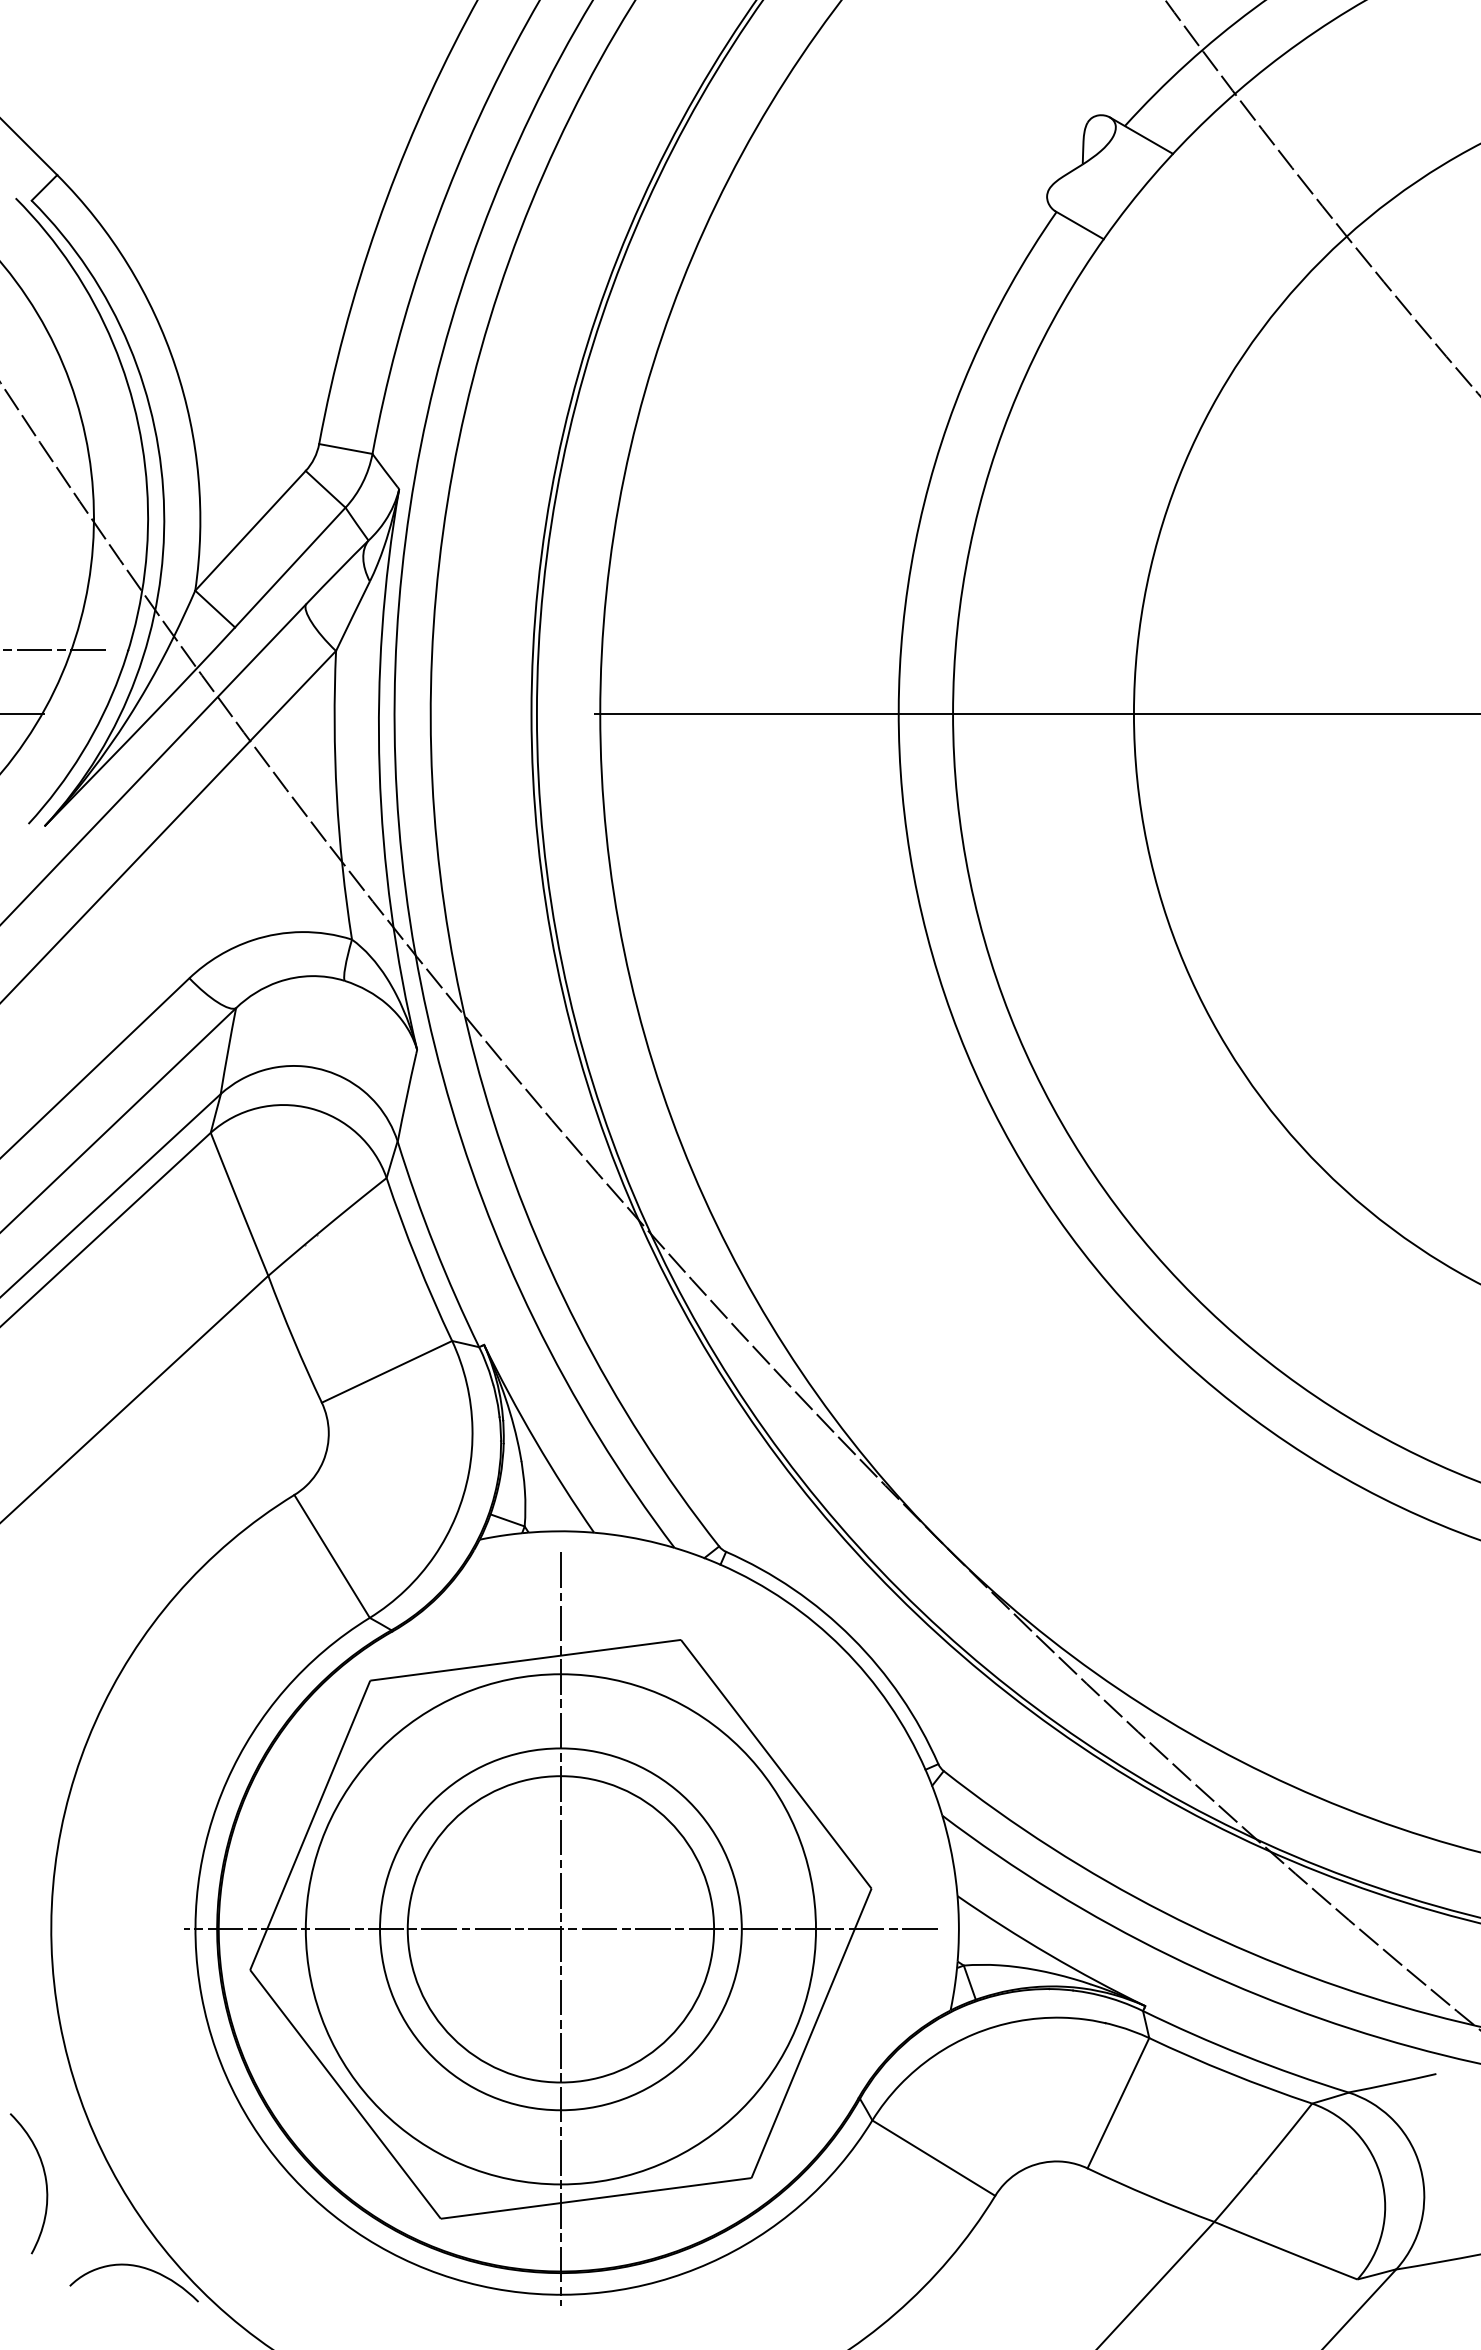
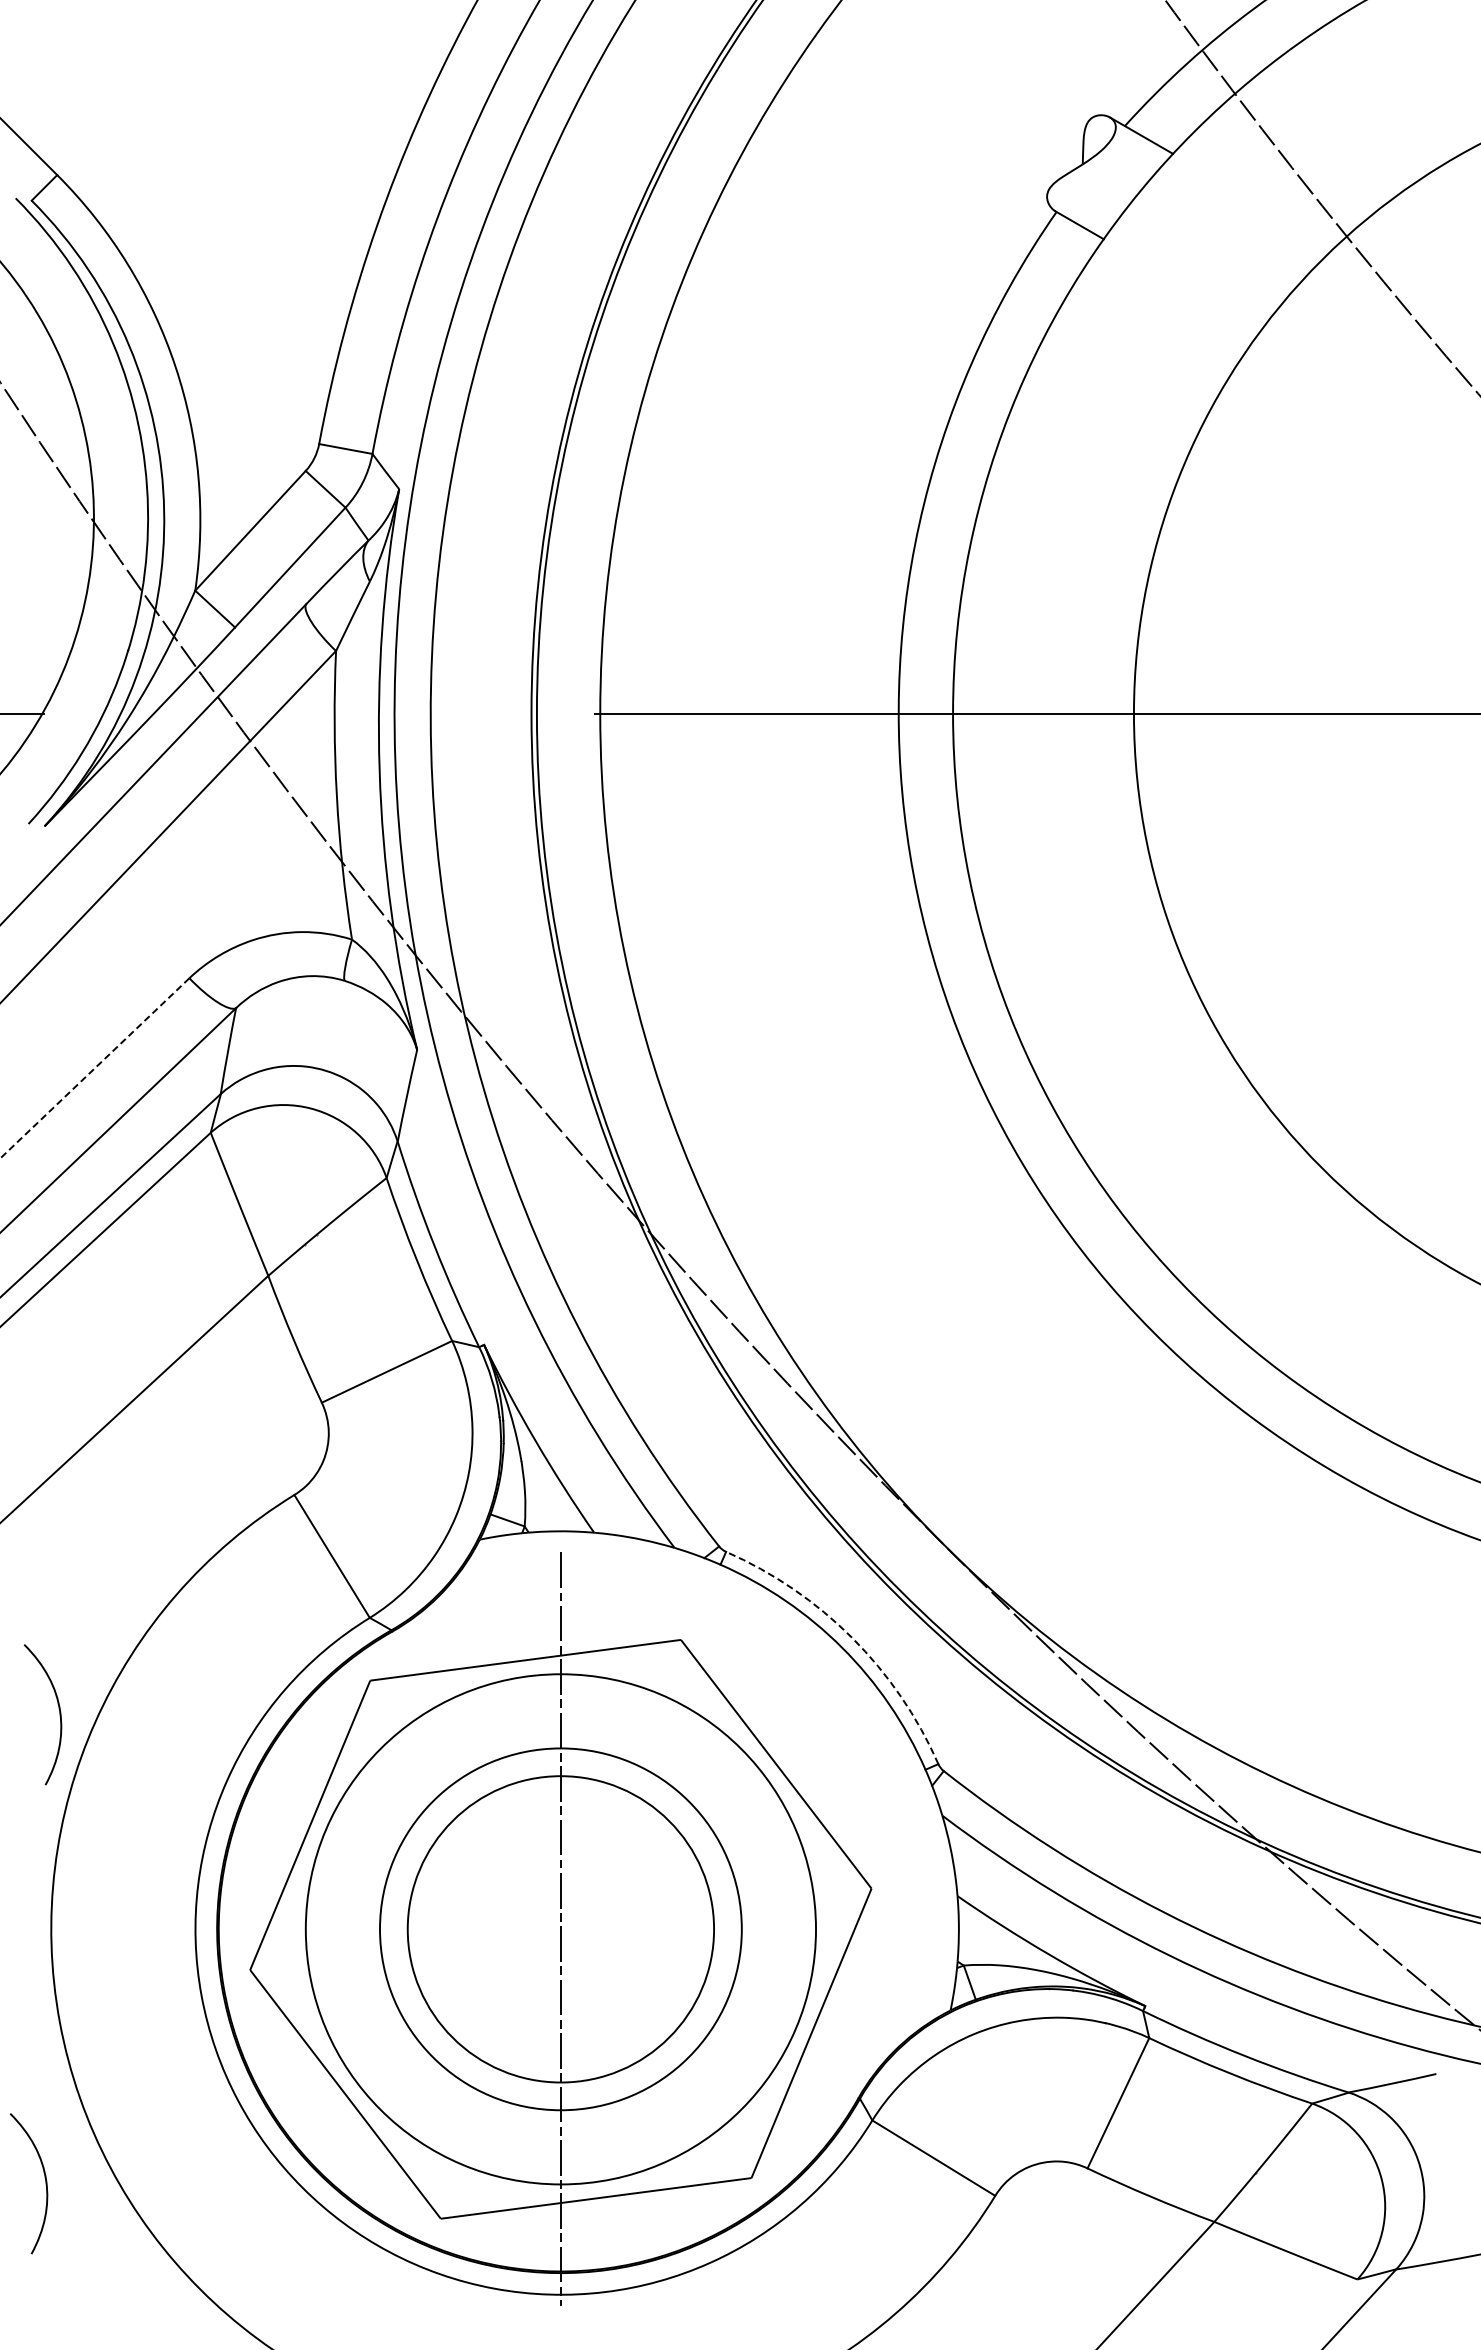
line at (53, 650): present -> none
line at (94, 1068): solid -> dashed
arc at (852, 1637): solid -> dashed
curve at (58, 1709): none -> present
line at (560, 1929): present -> none
curve at (137, 2267): present -> none
